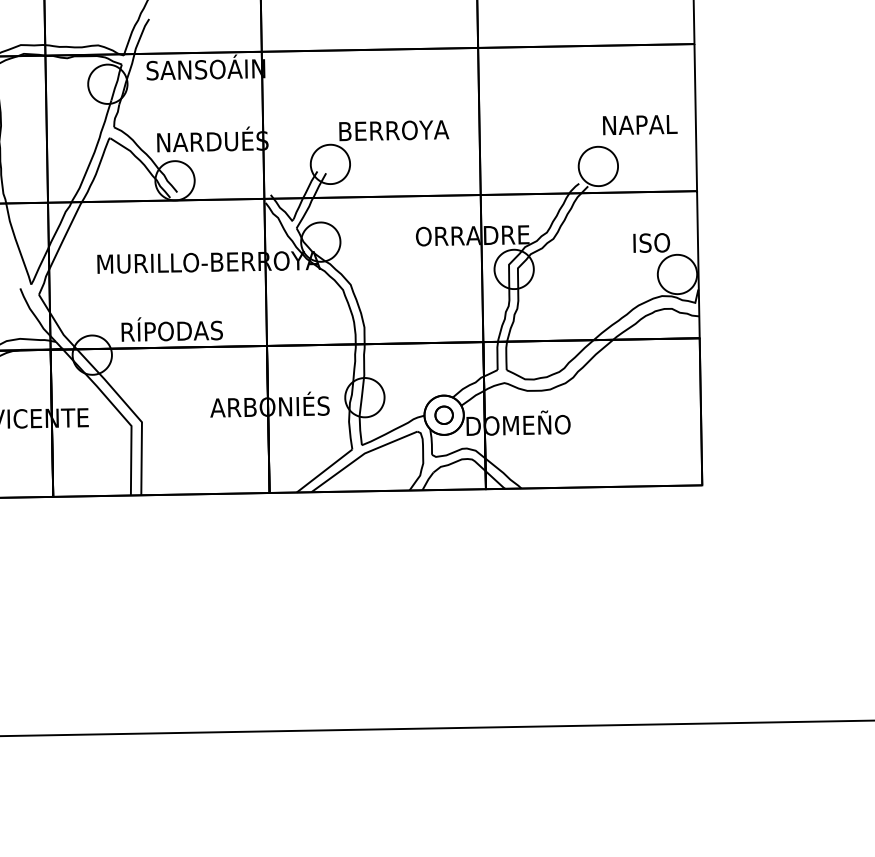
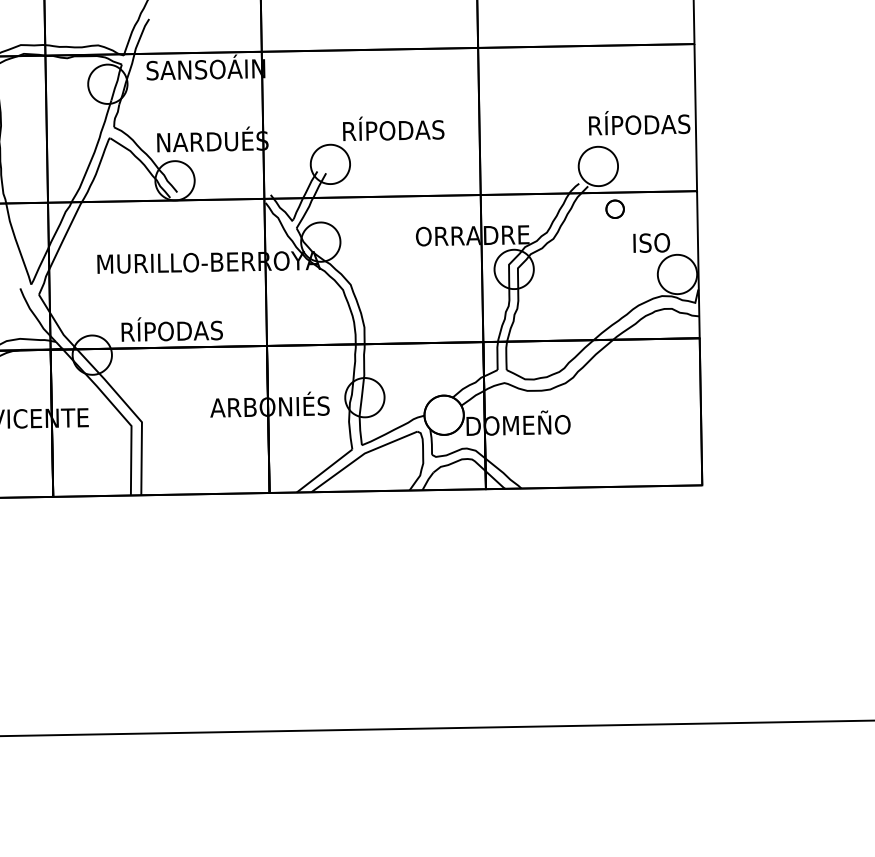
text at (639, 123): NAPAL -> RÍPODAS
text at (394, 128): BERROYA -> RÍPODAS
part at (443, 414) position: (443, 414) -> (614, 208)
